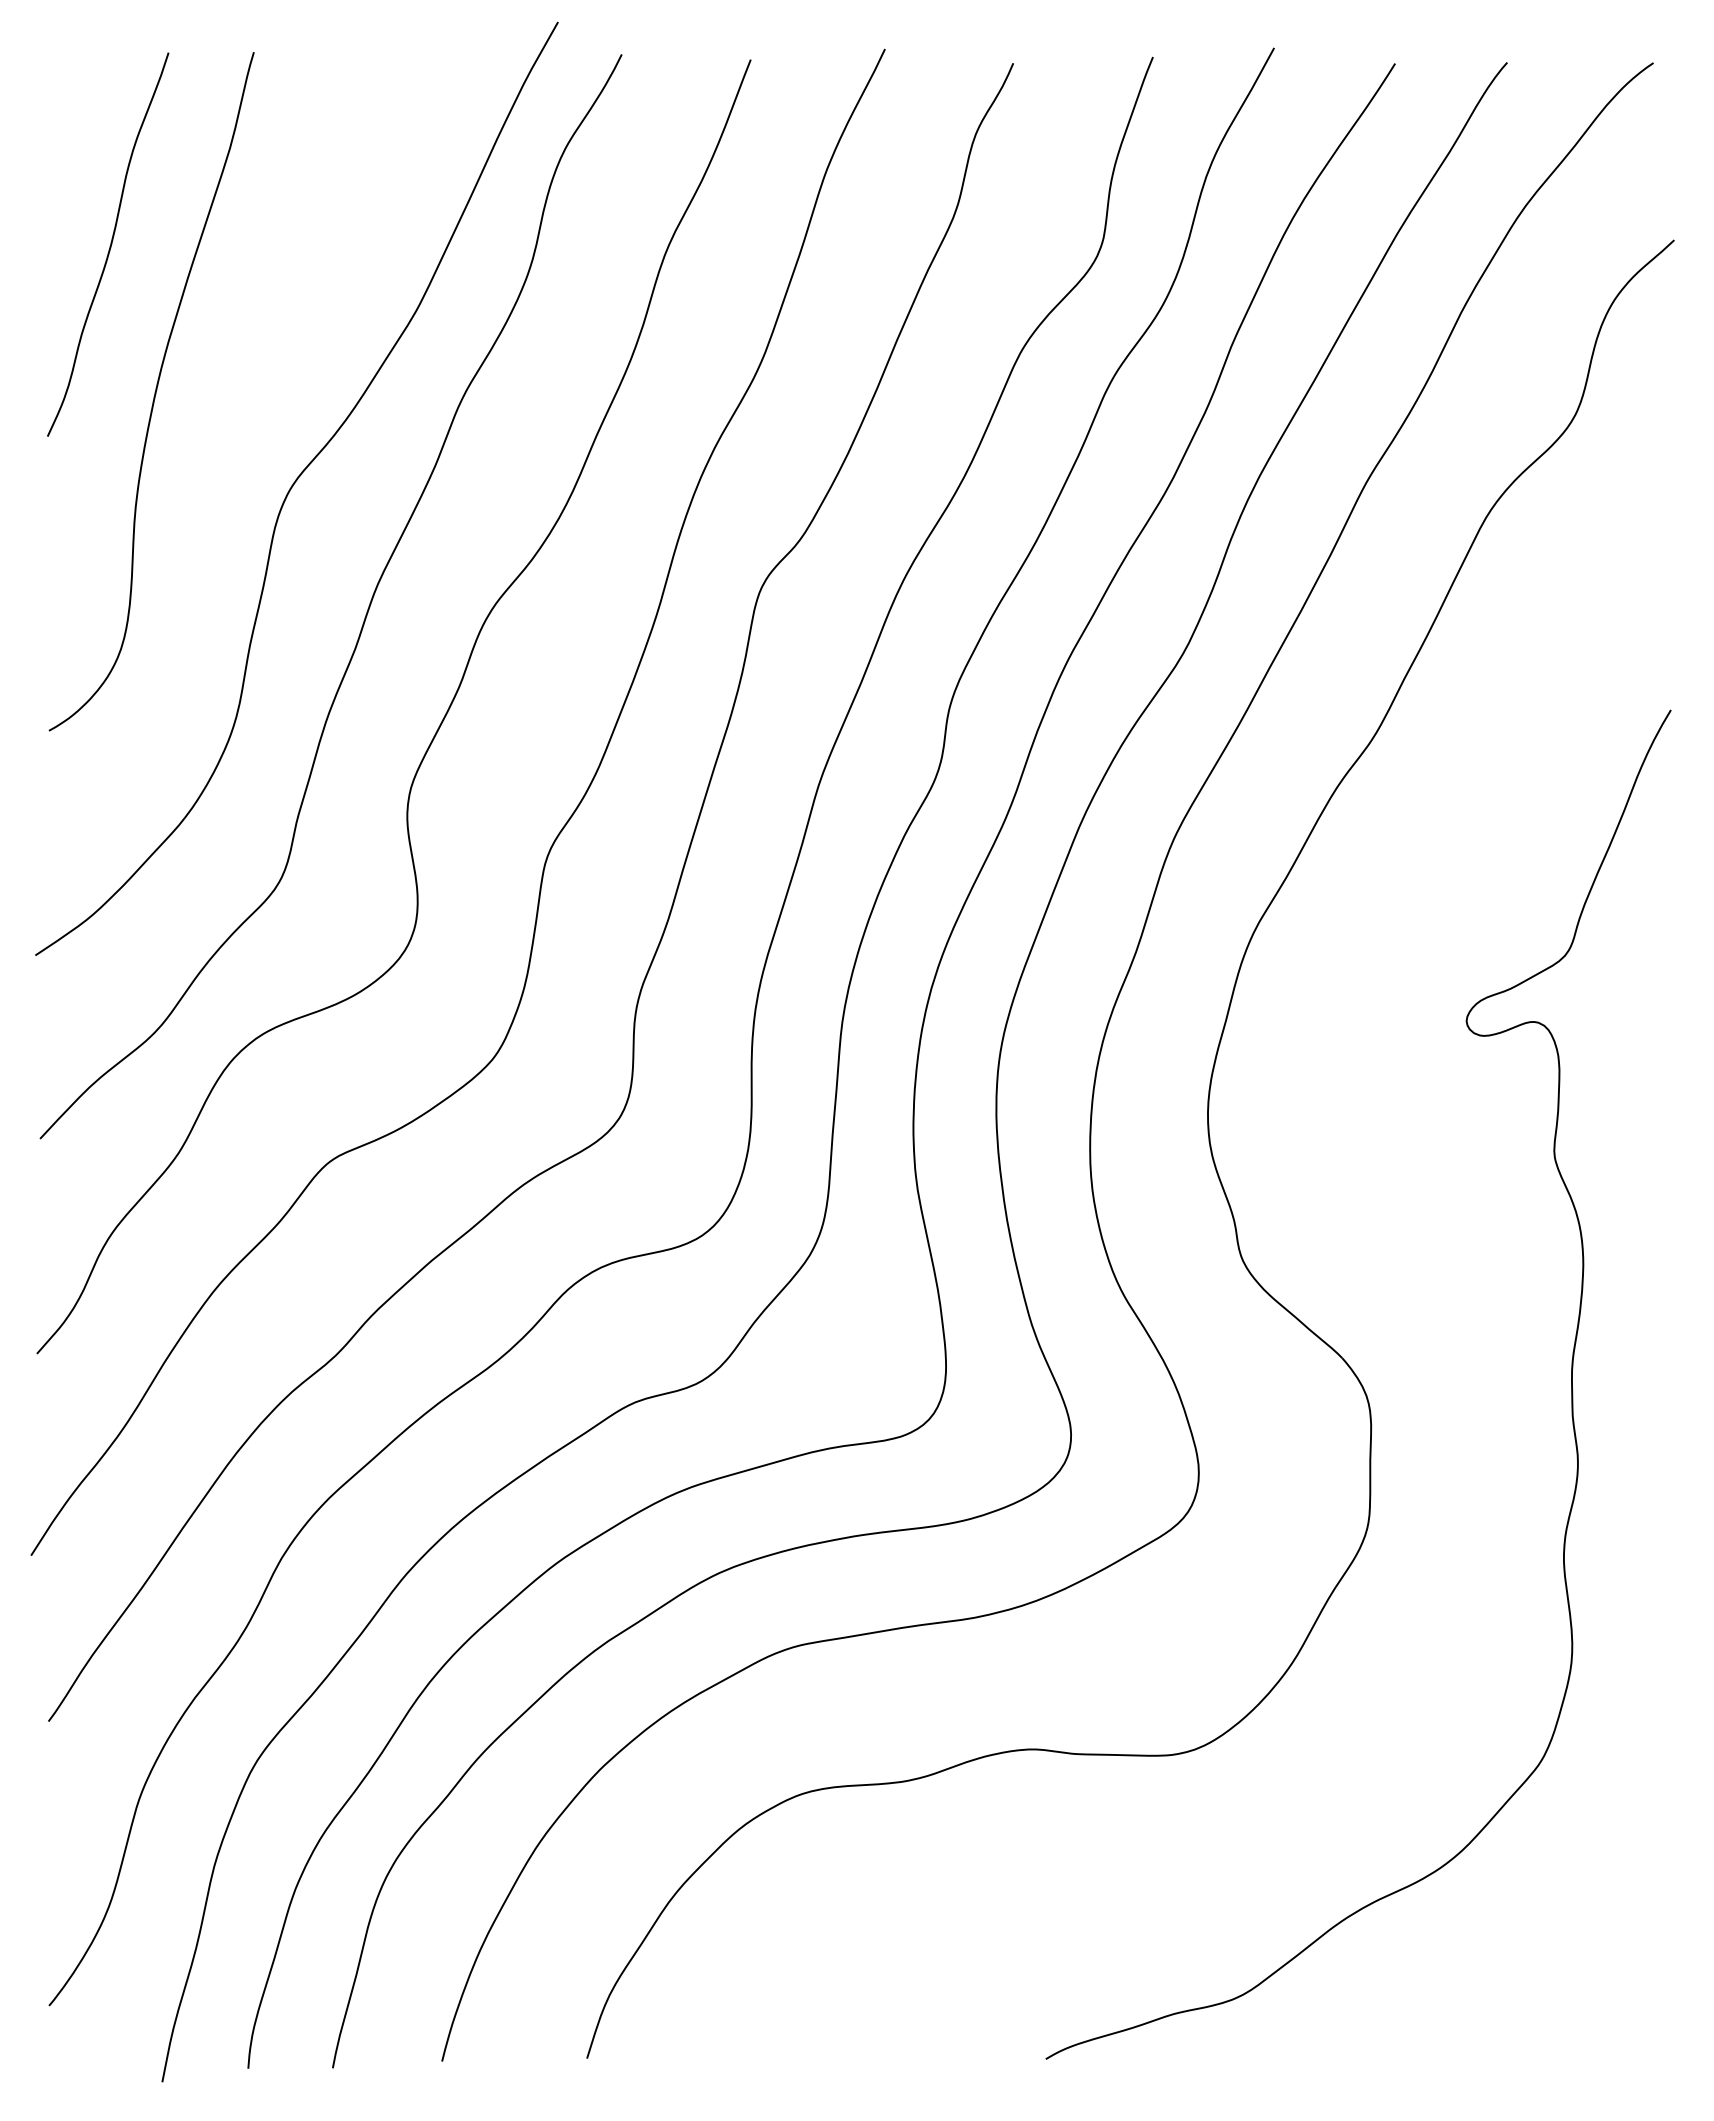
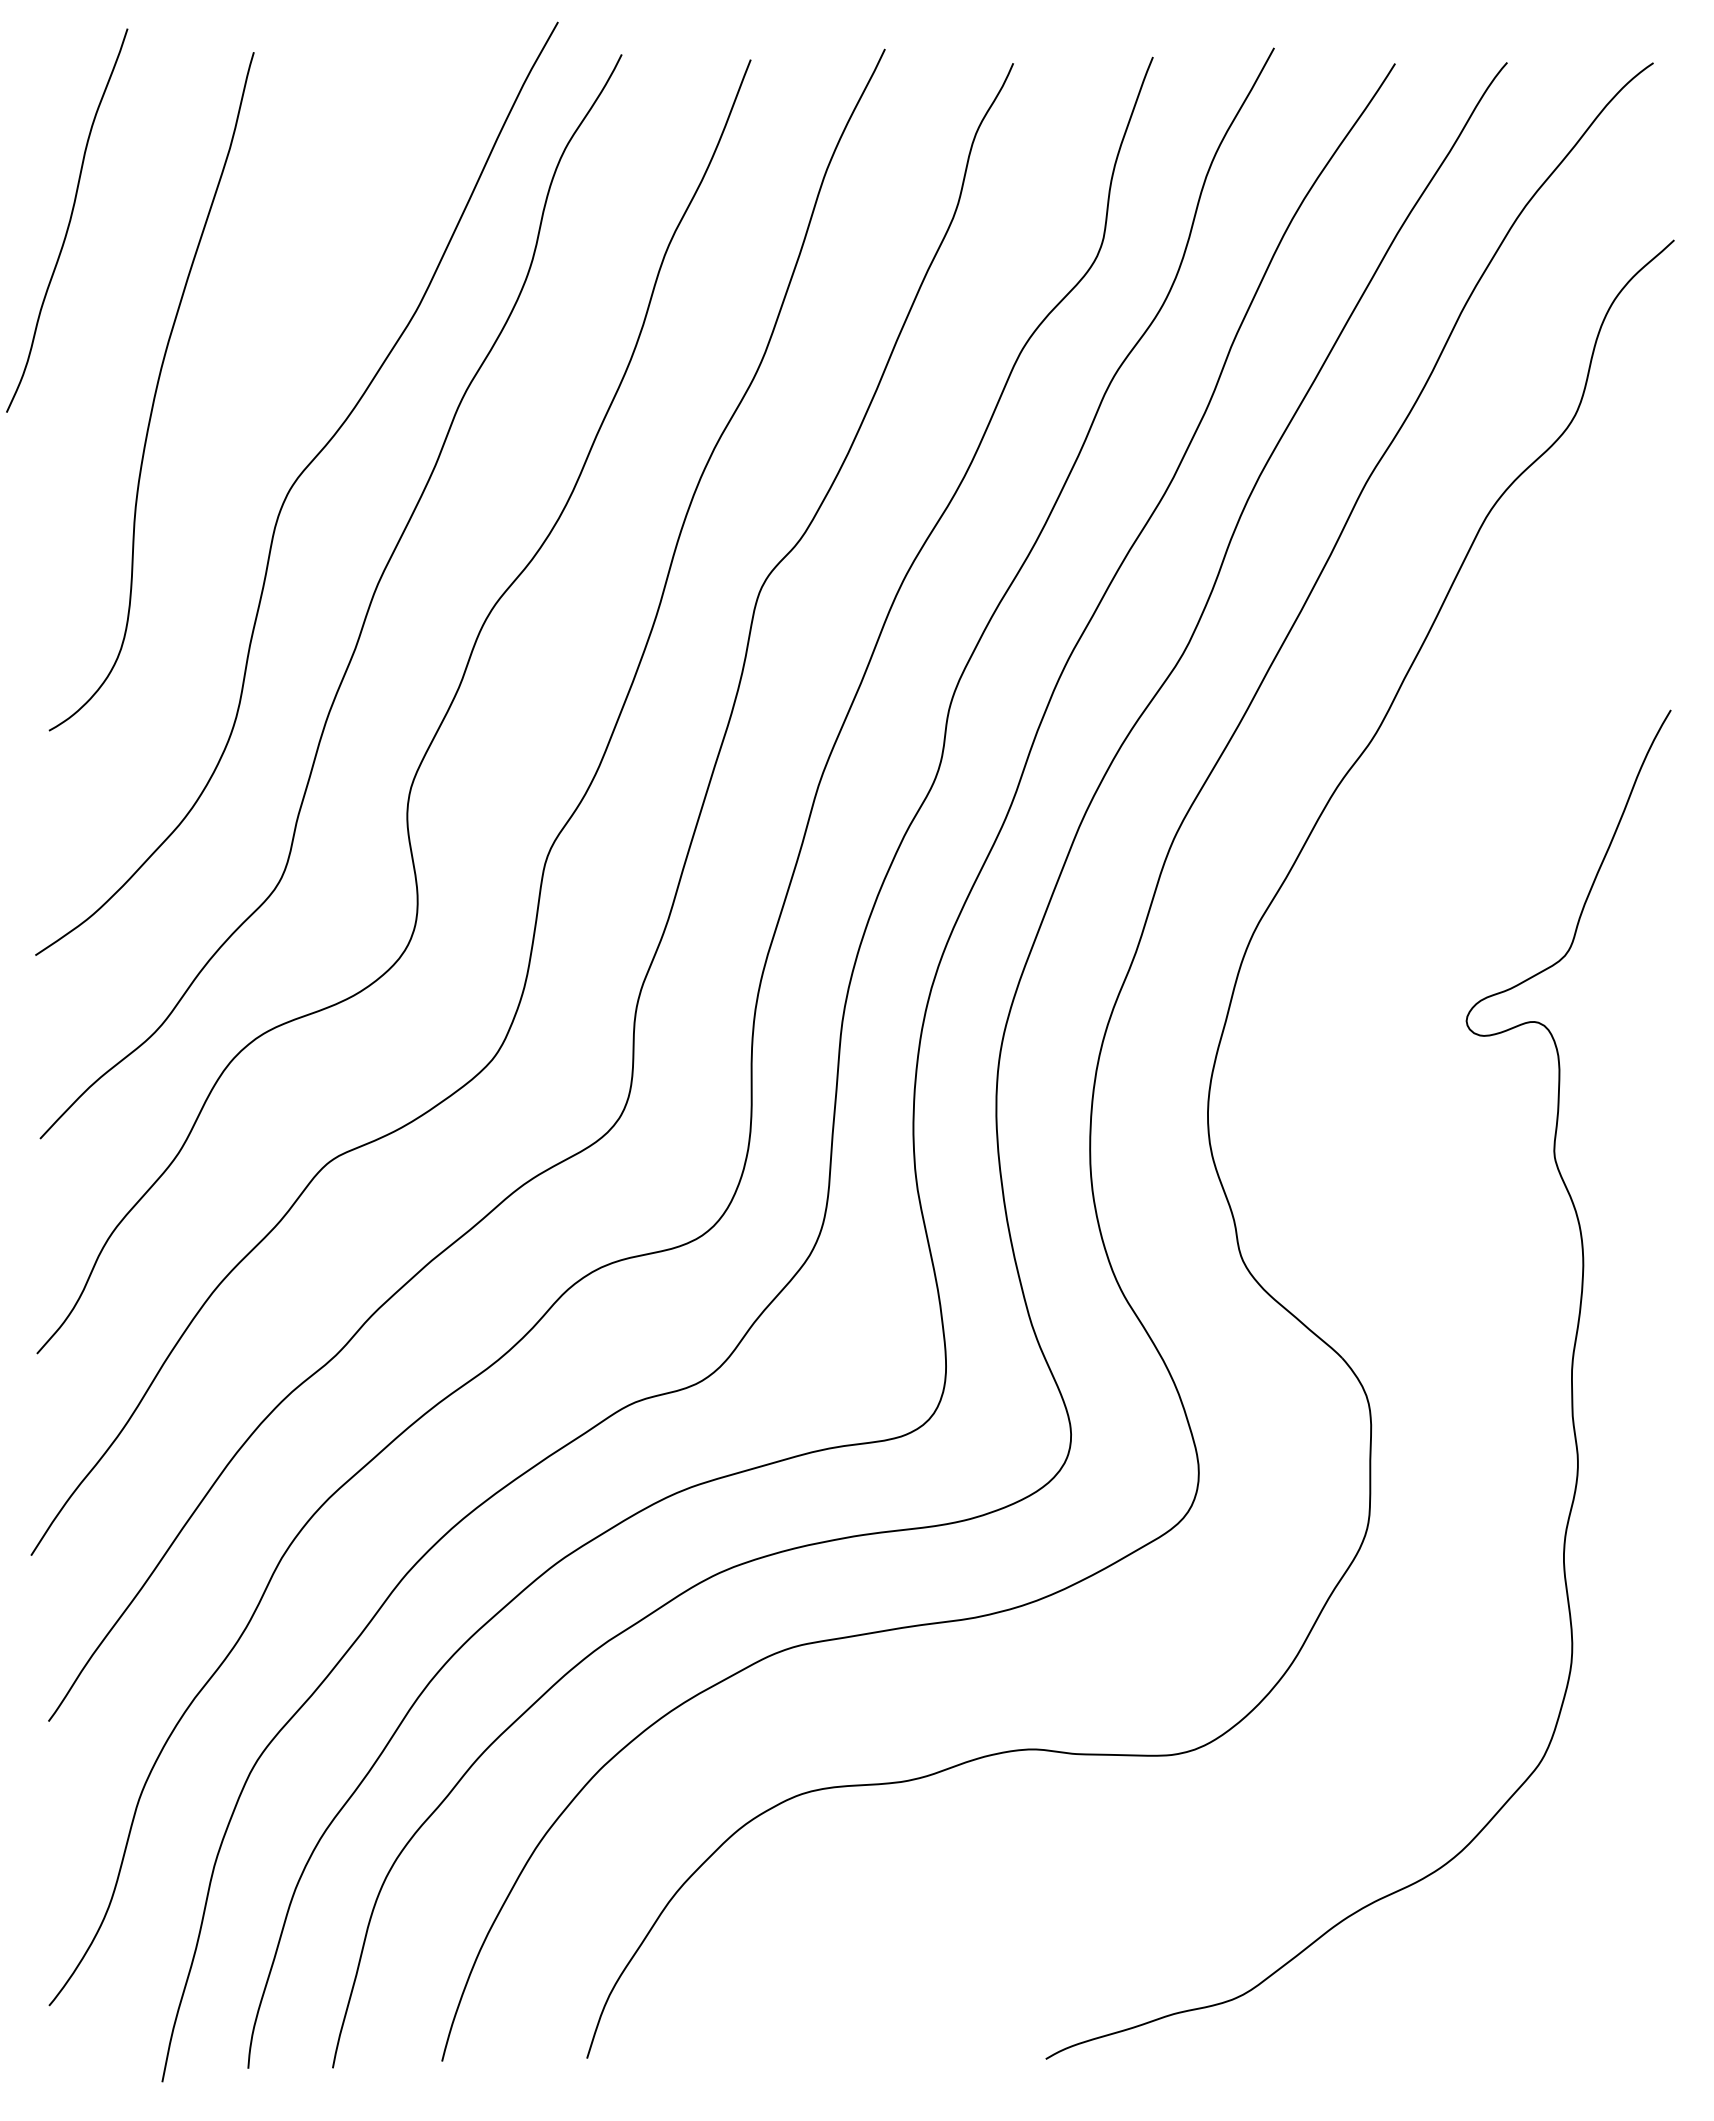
curve at (110, 244) position: (110, 244) -> (69, 220)
